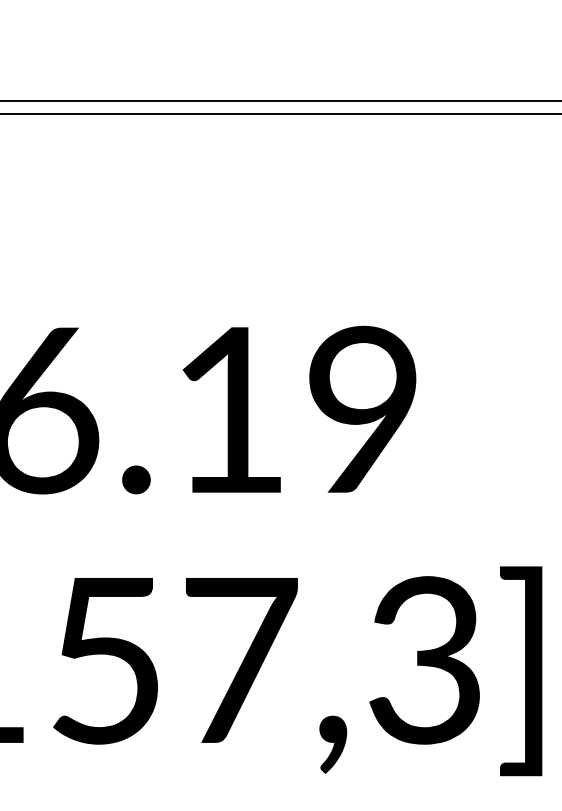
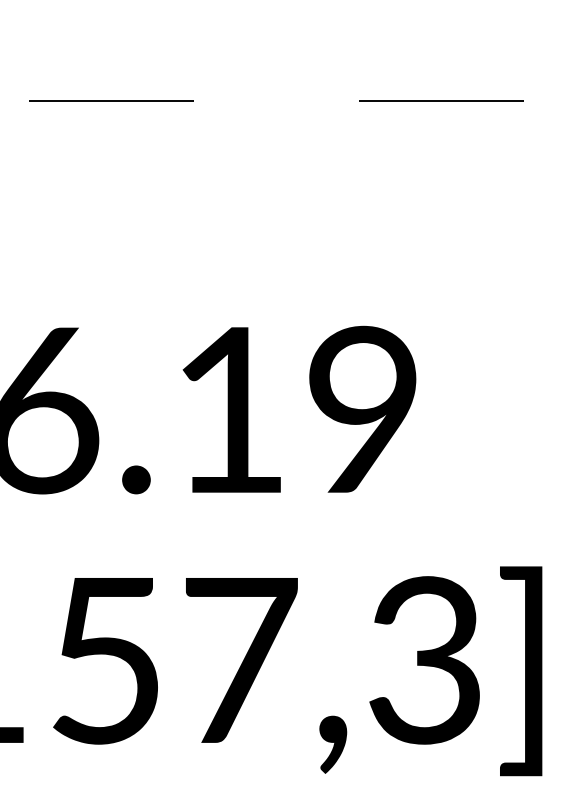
line at (280, 100): solid -> dashed
line at (280, 114): present -> none
